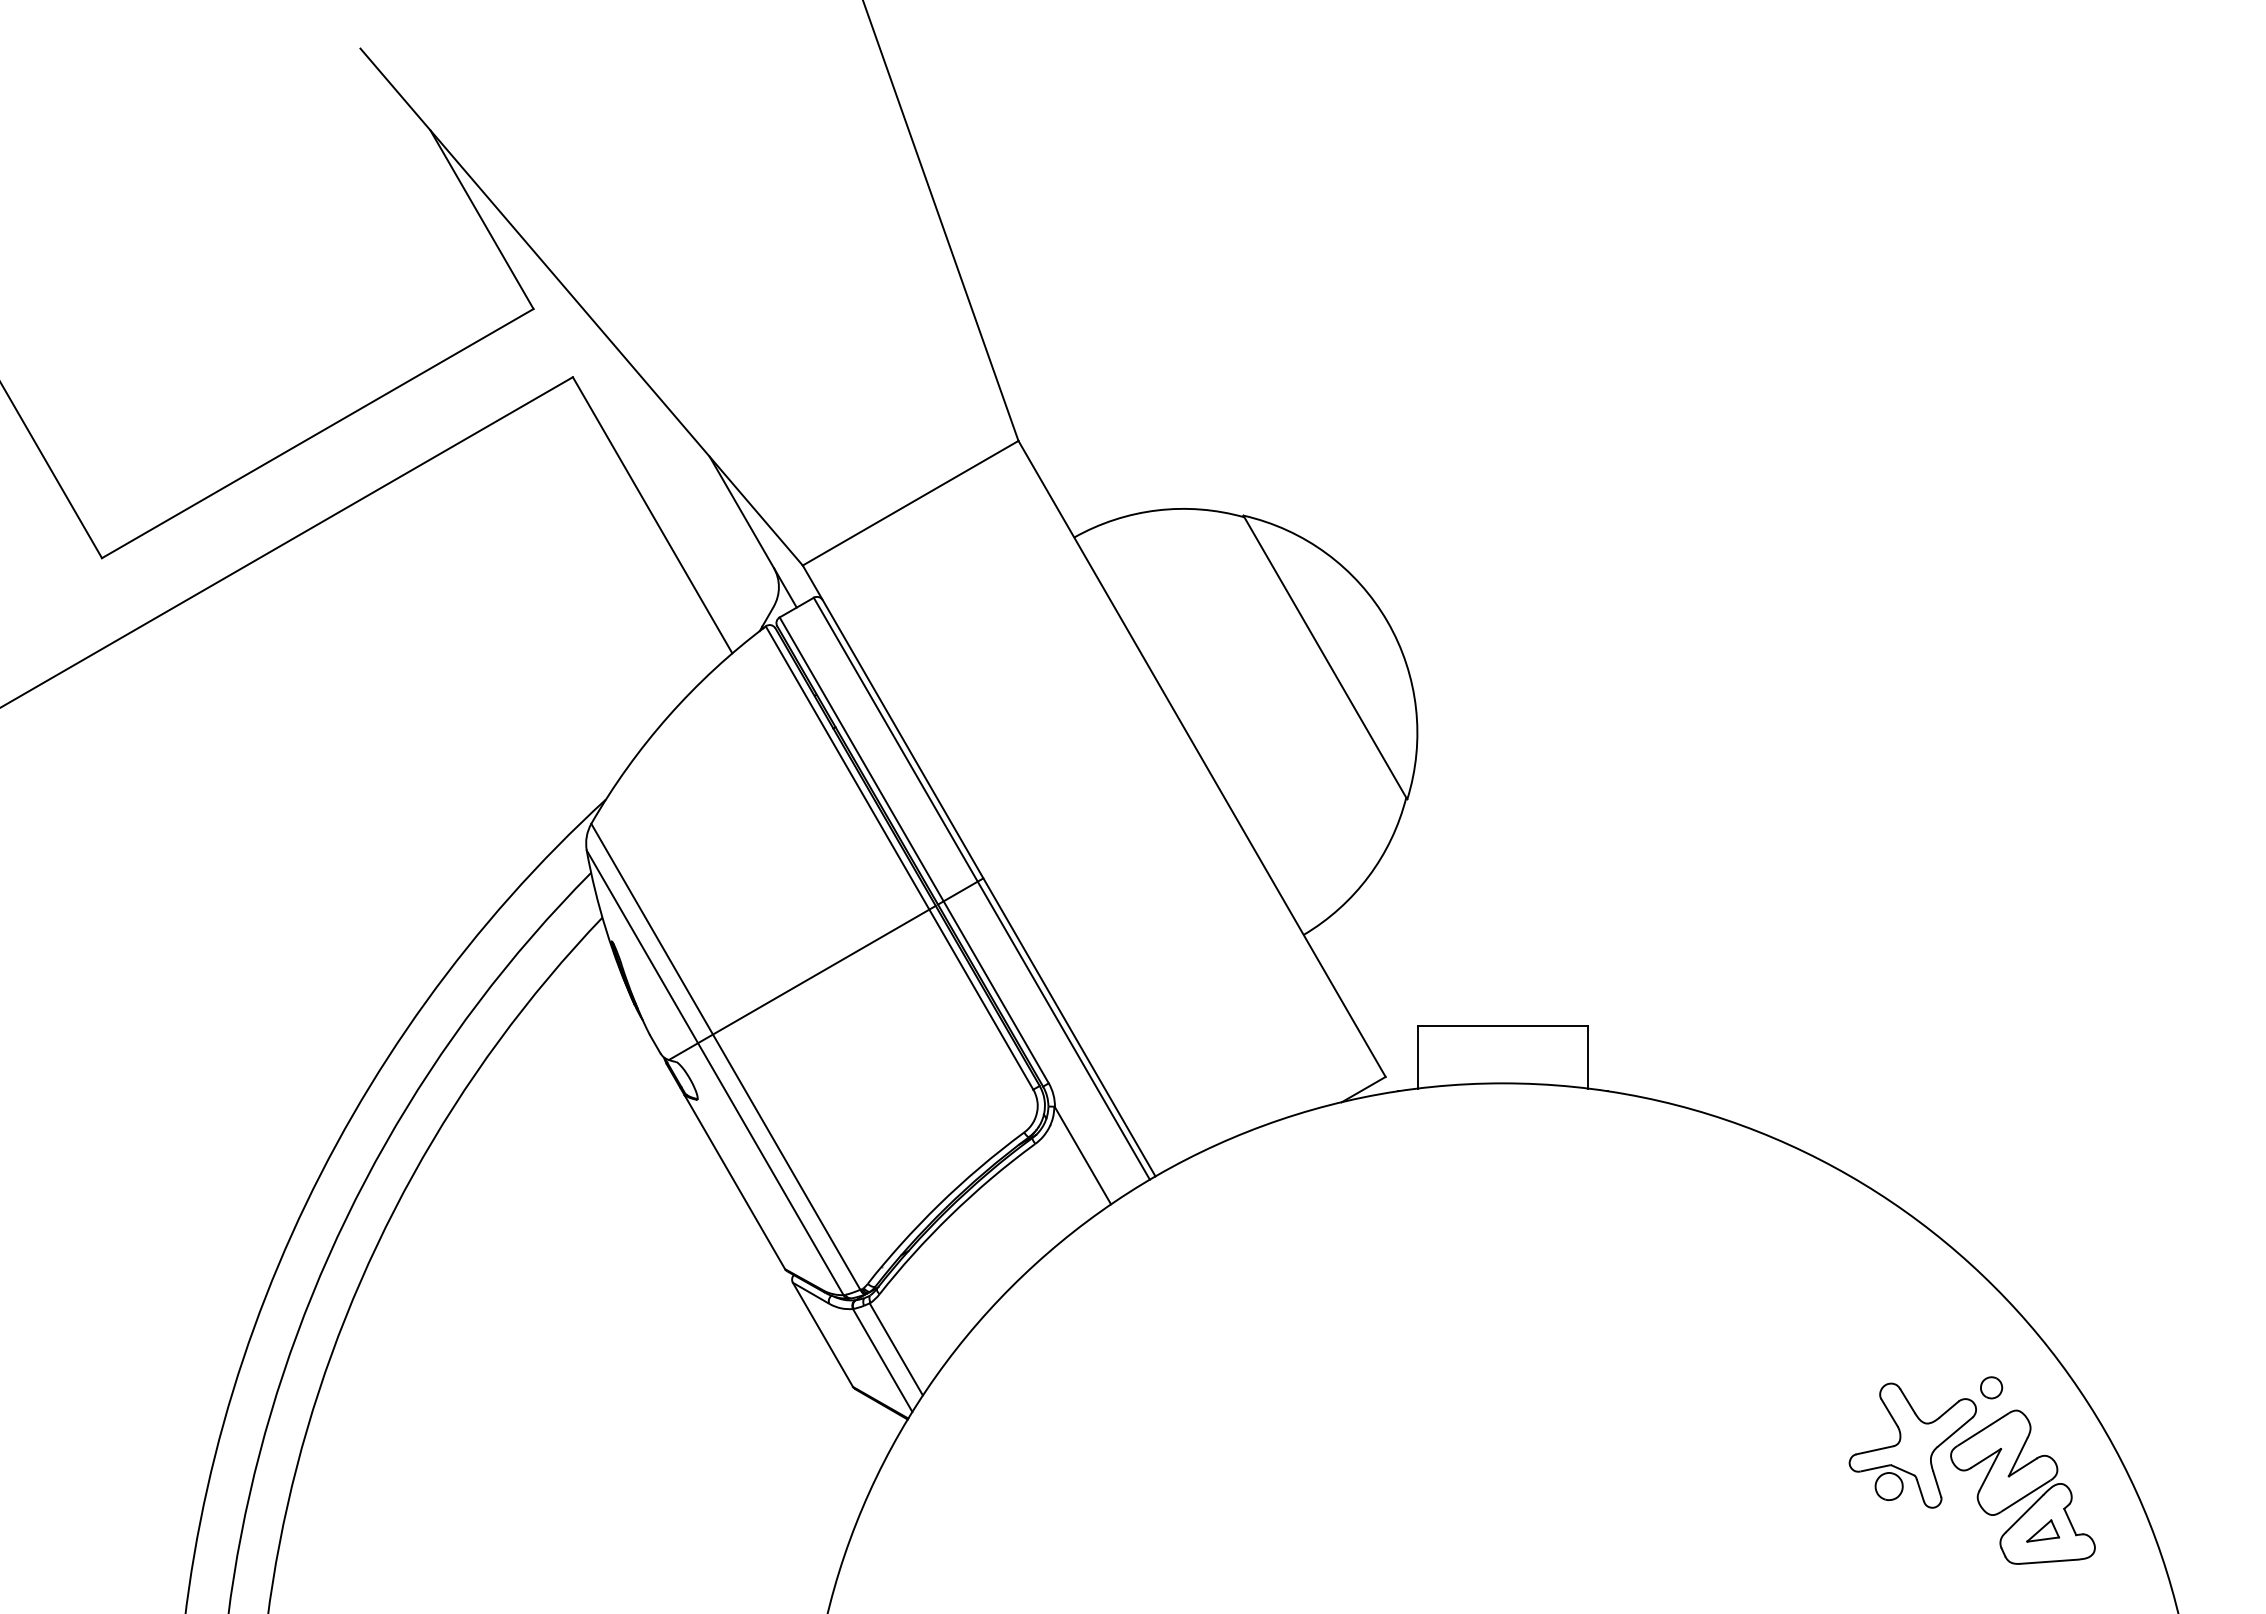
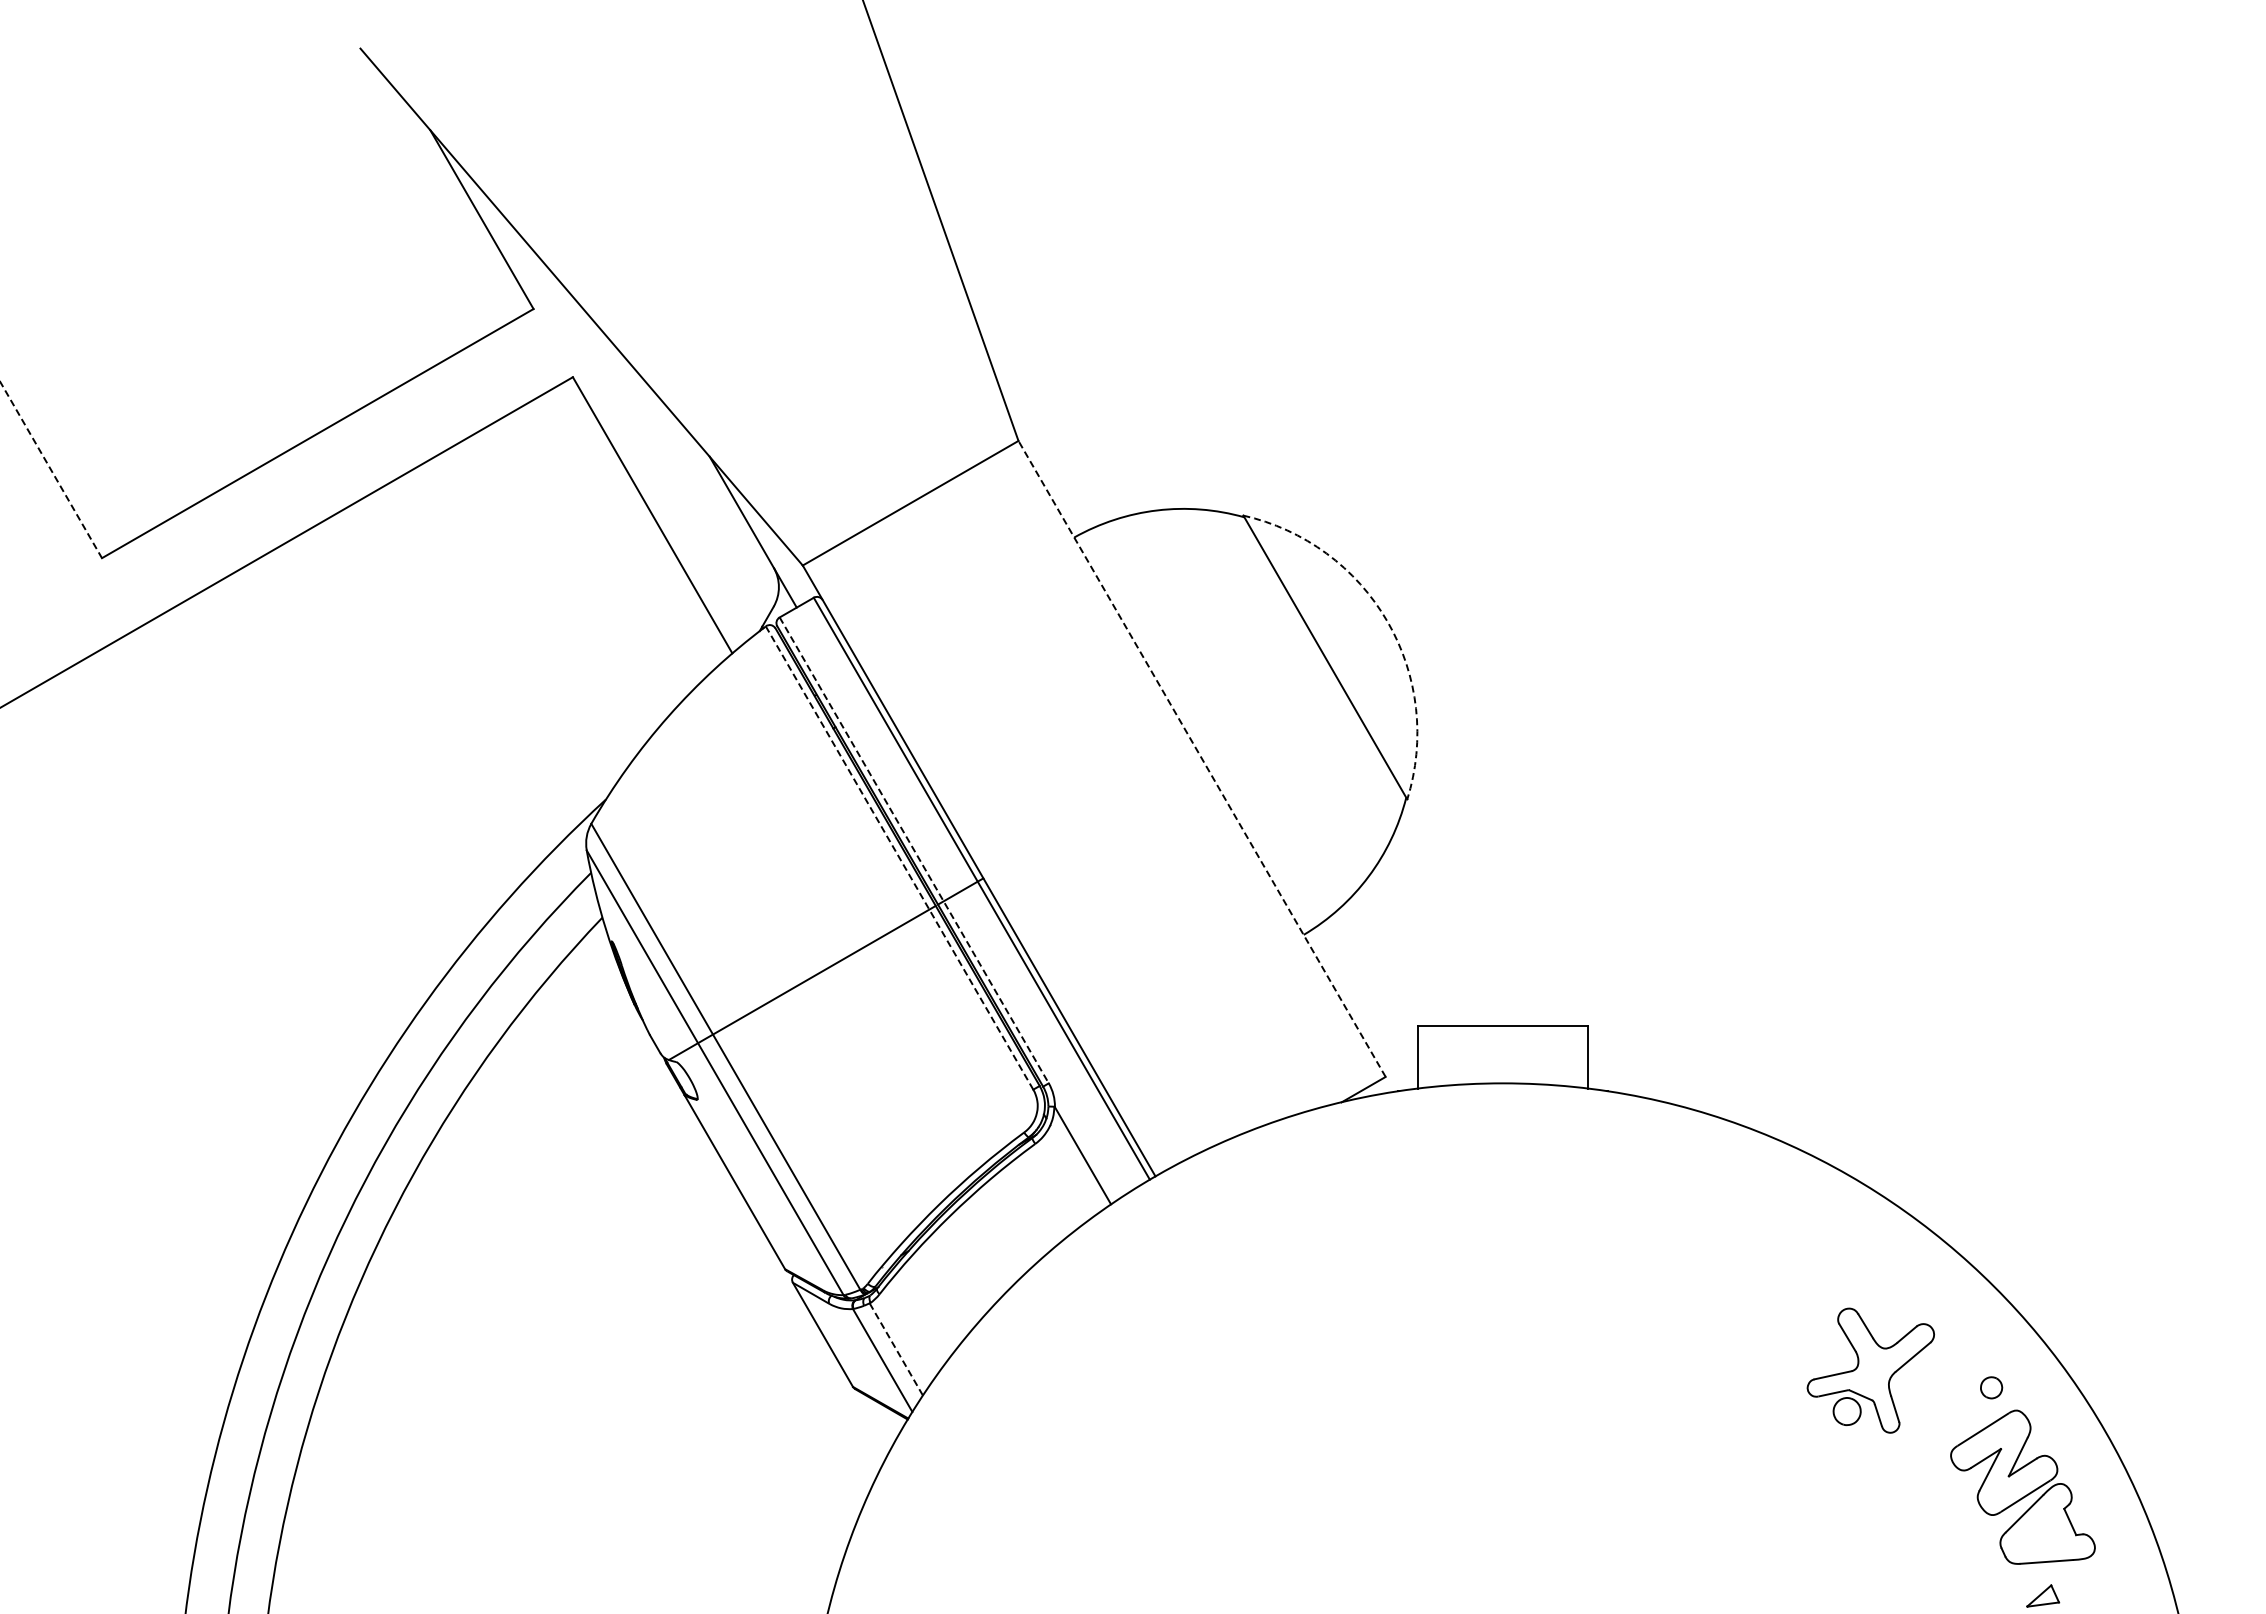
line at (51, 469): solid -> dashed
arc at (1387, 621): solid -> dashed
line at (1201, 758): solid -> dashed
line at (914, 850): solid -> dashed
line at (899, 857): solid -> dashed
line at (896, 1349): solid -> dashed
part at (1912, 1445) position: (1912, 1445) -> (1870, 1370)
part at (2043, 1530) position: (2043, 1530) -> (2043, 1595)
